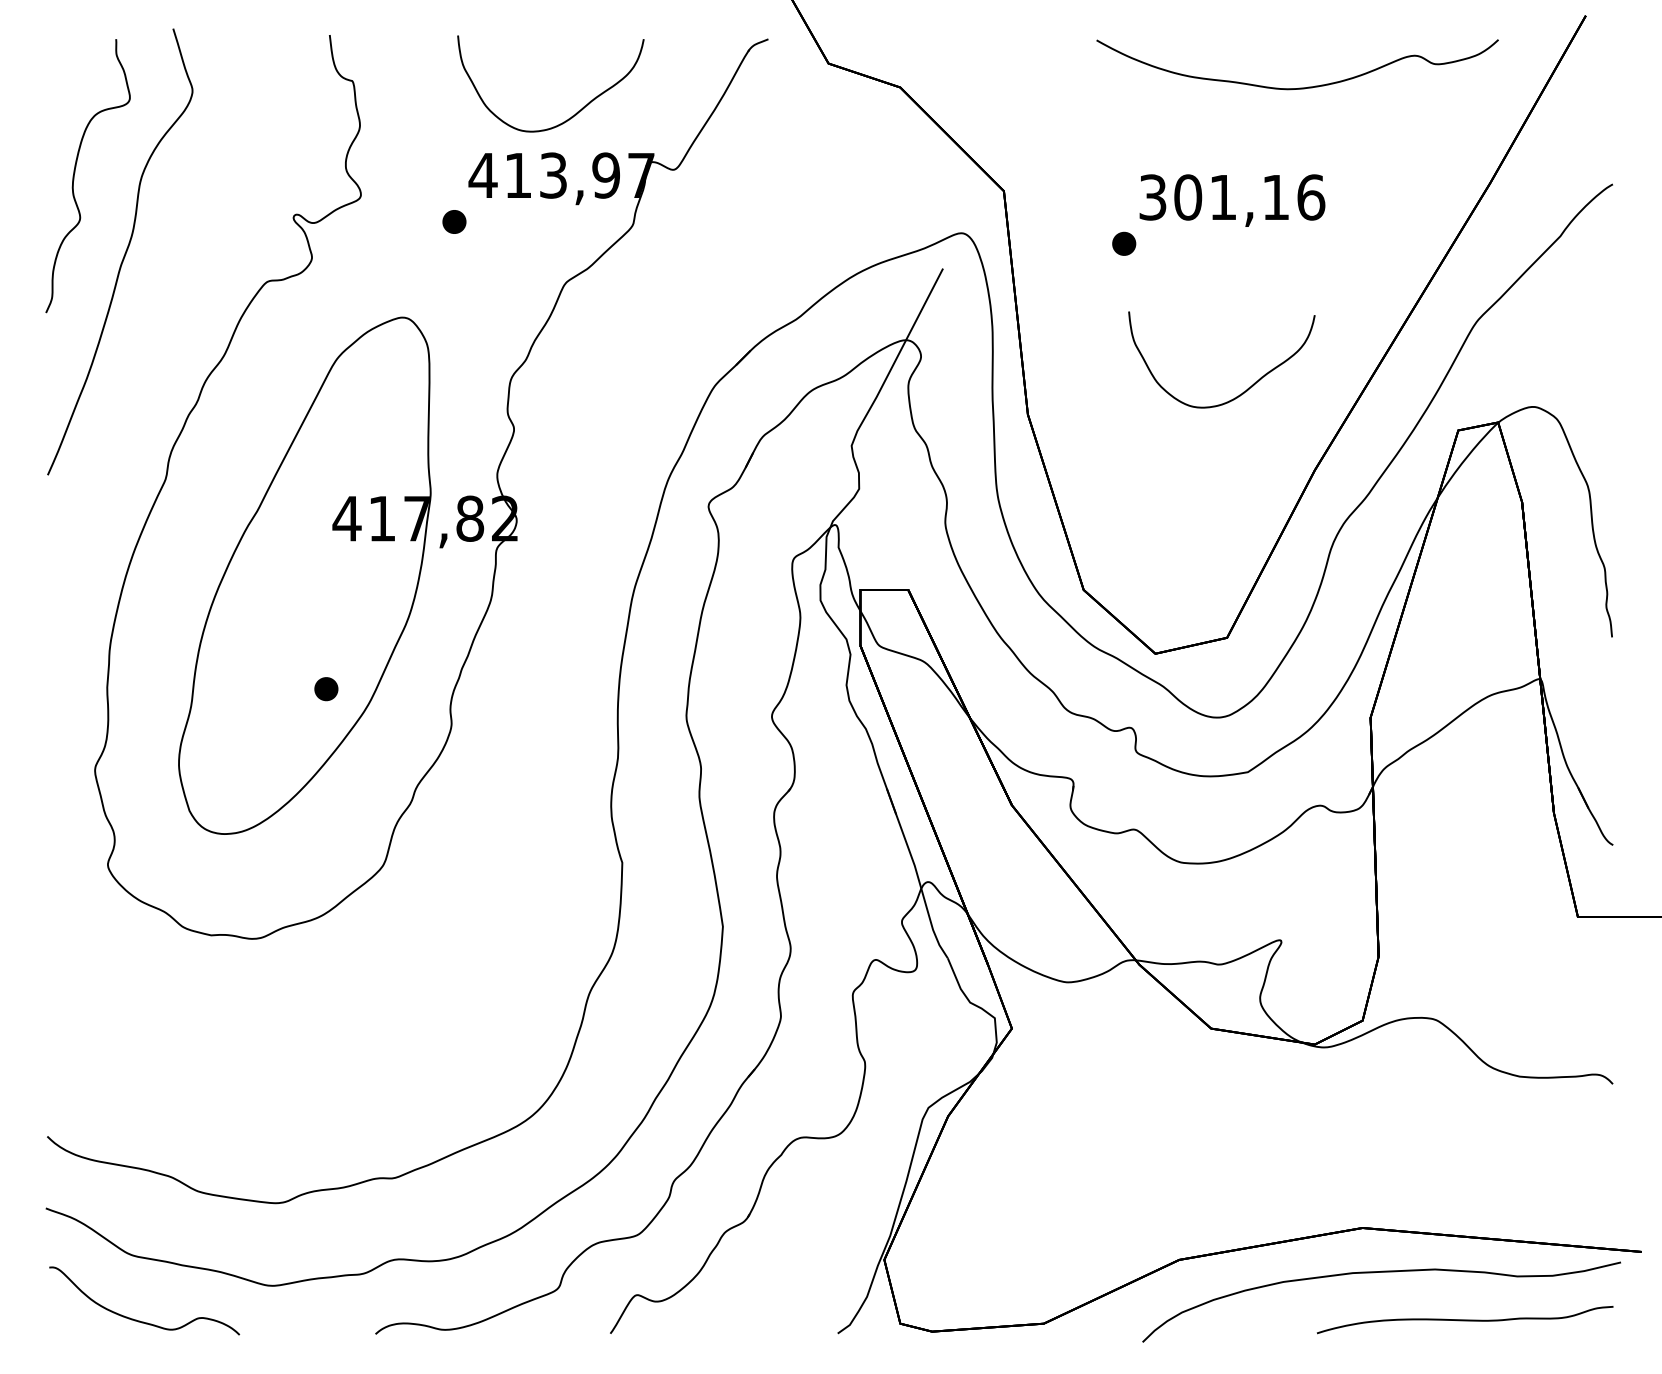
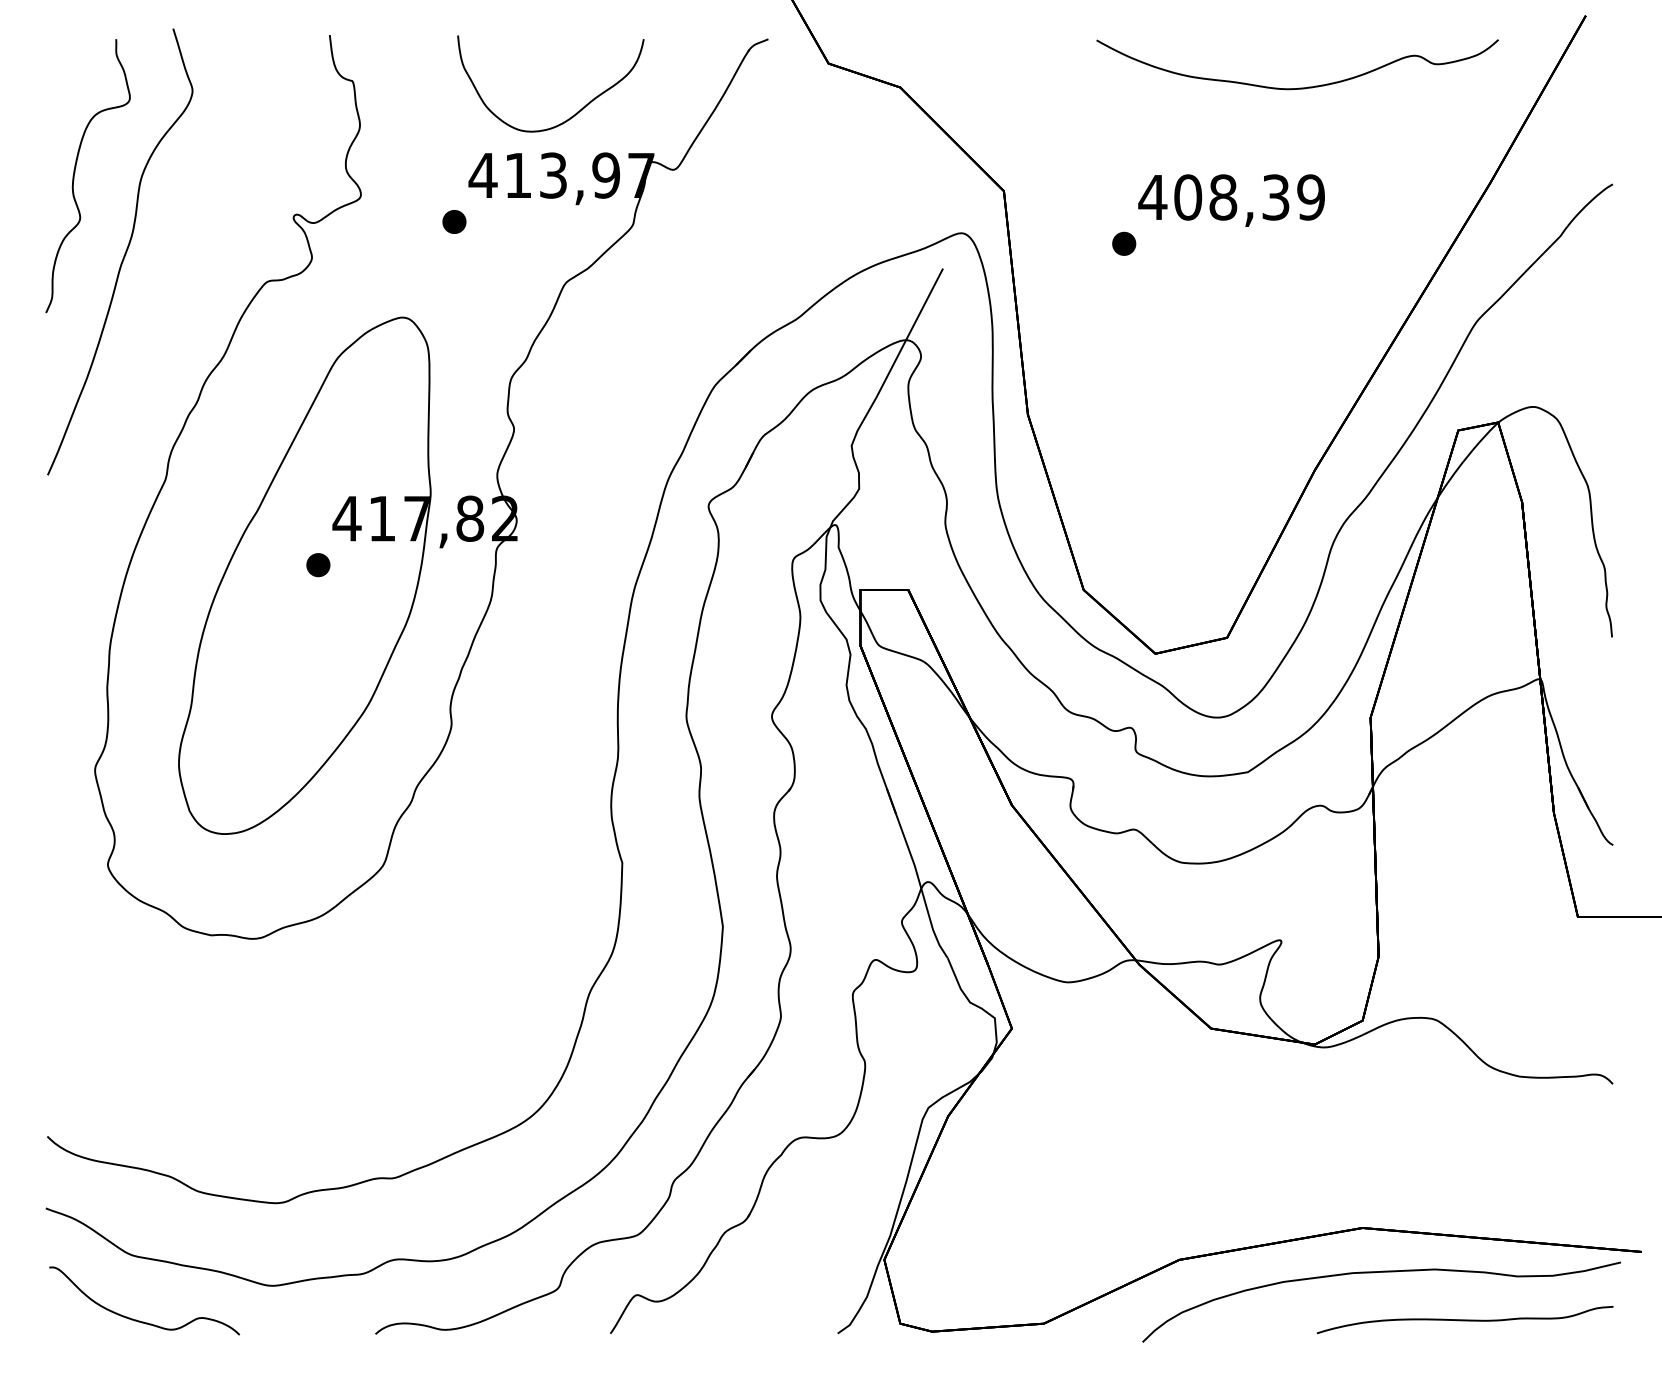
text at (1231, 197): 301,16 -> 408,39
part at (1243, 391): present -> none
part at (326, 689) position: (326, 689) -> (318, 565)
